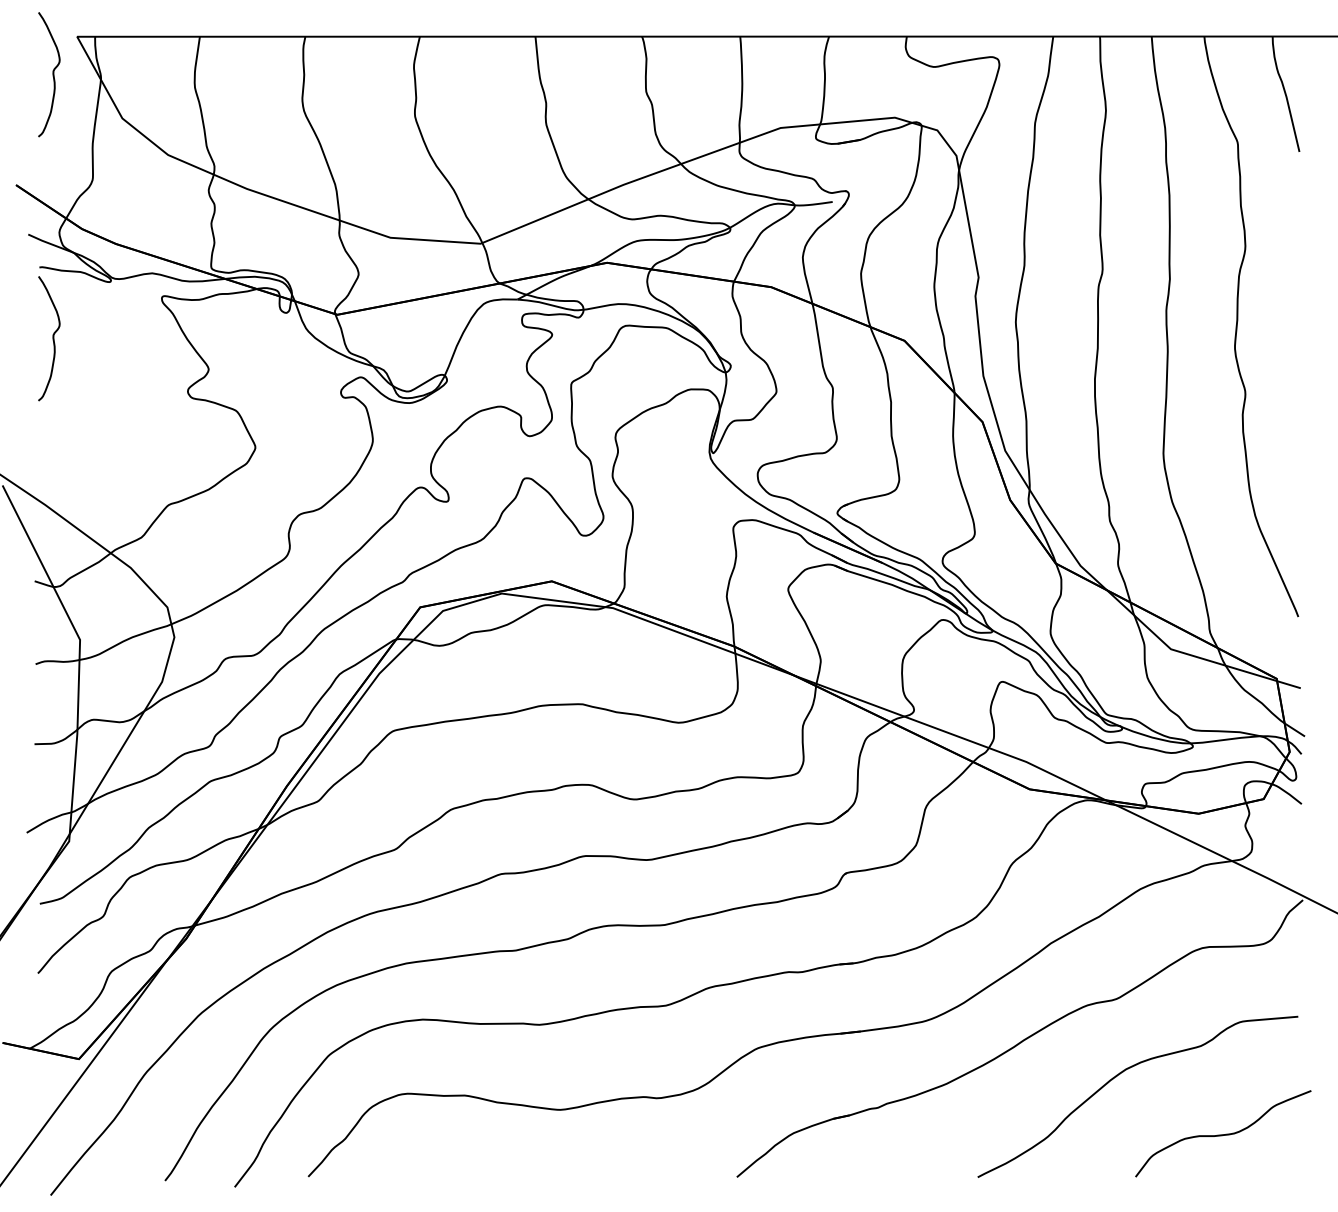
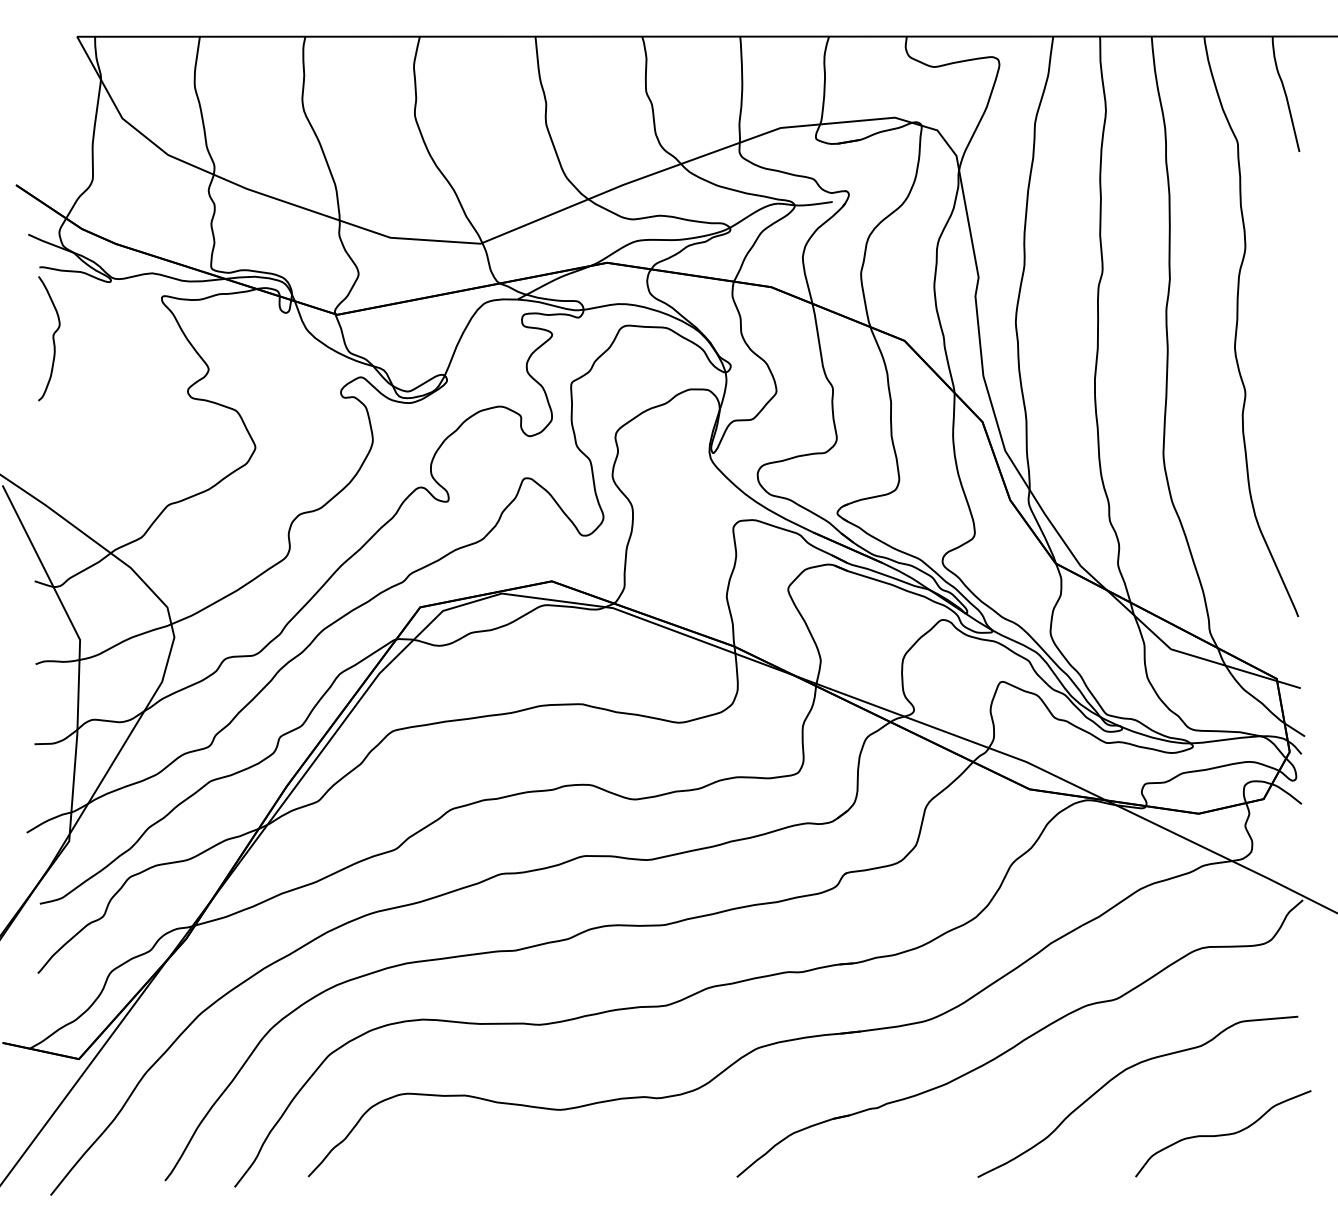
curve at (52, 74): present -> none
